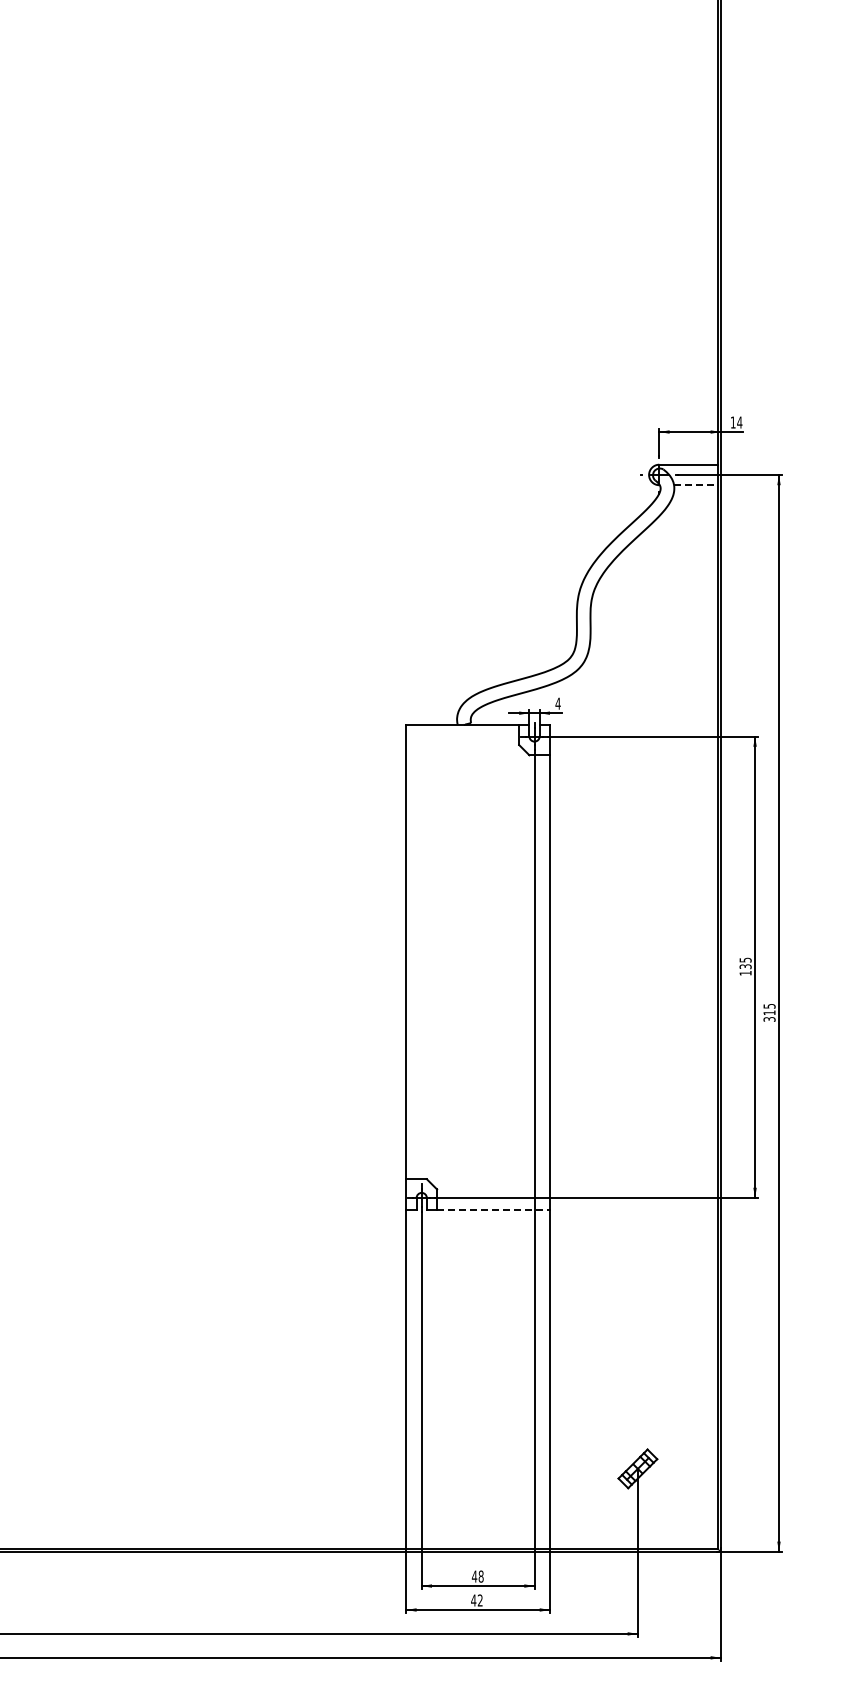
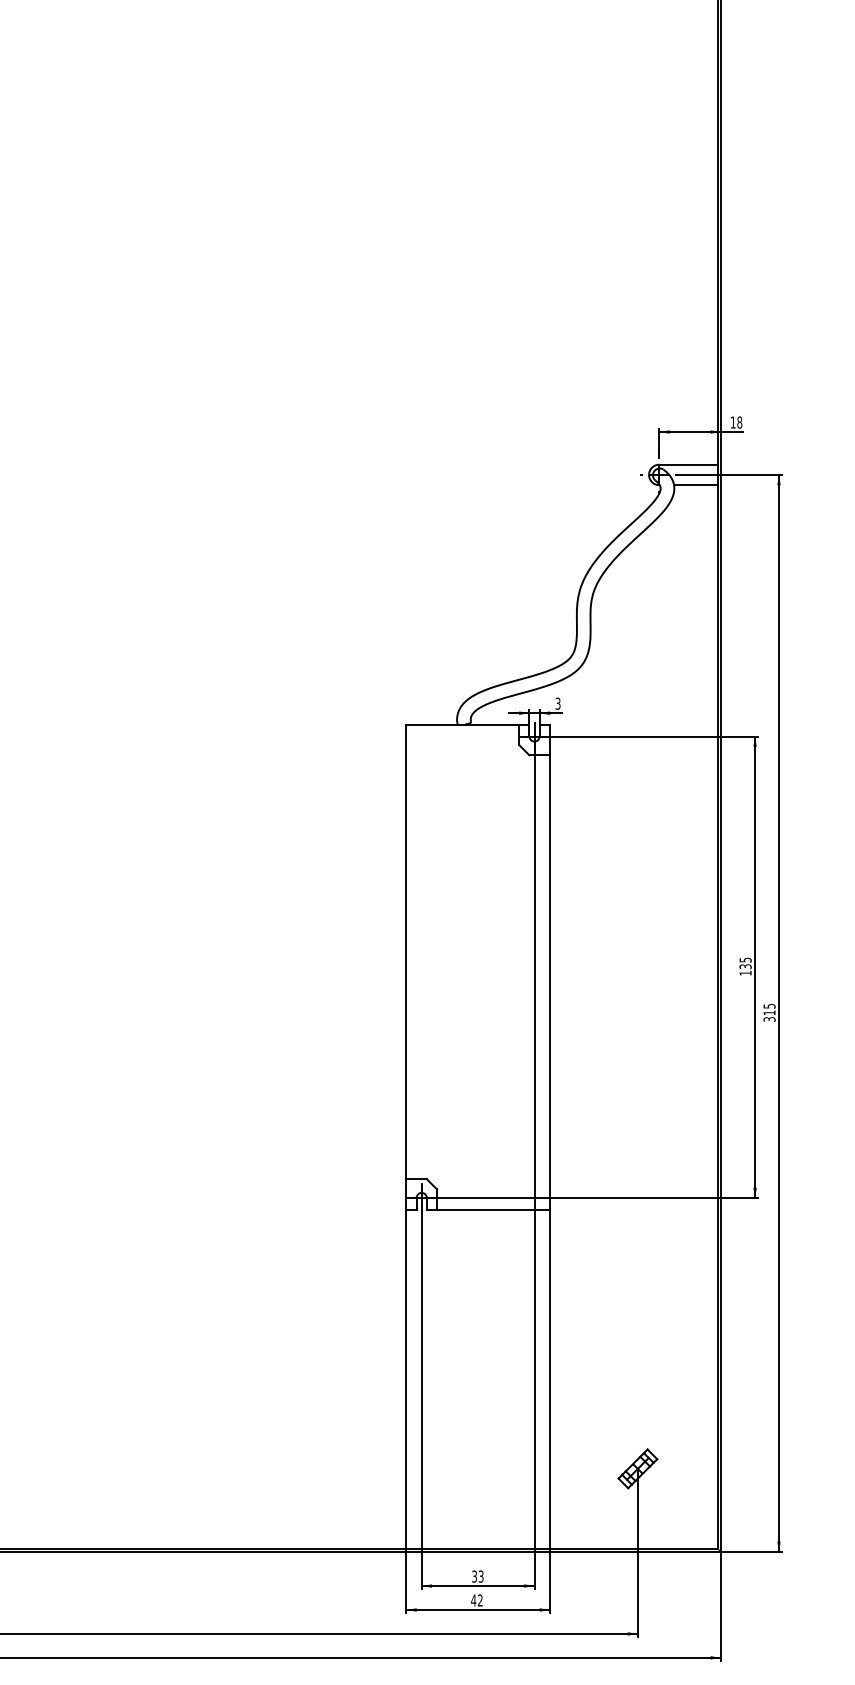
text at (739, 422): 14 -> 18
line at (695, 485): dashed -> solid
text at (557, 703): 4 -> 3
line at (494, 1209): dashed -> solid
text at (477, 1576): 48 -> 33
